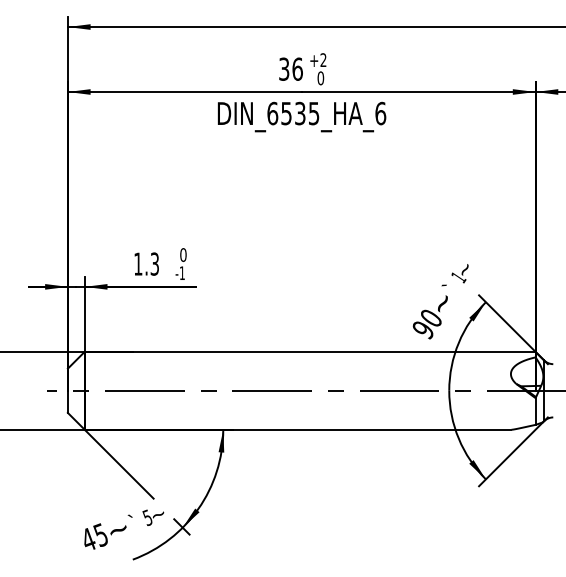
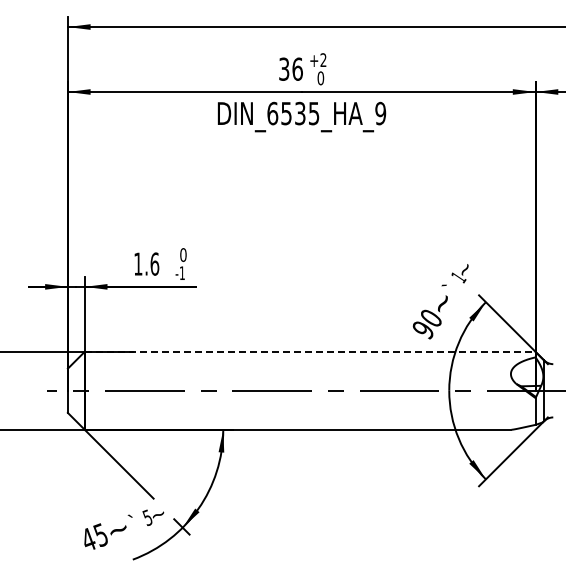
text at (380, 113): DIN_6535_HA_6 -> DIN_6535_HA_9
text at (154, 263): 1.3 -> 1.6
line at (310, 351): solid -> dashed
